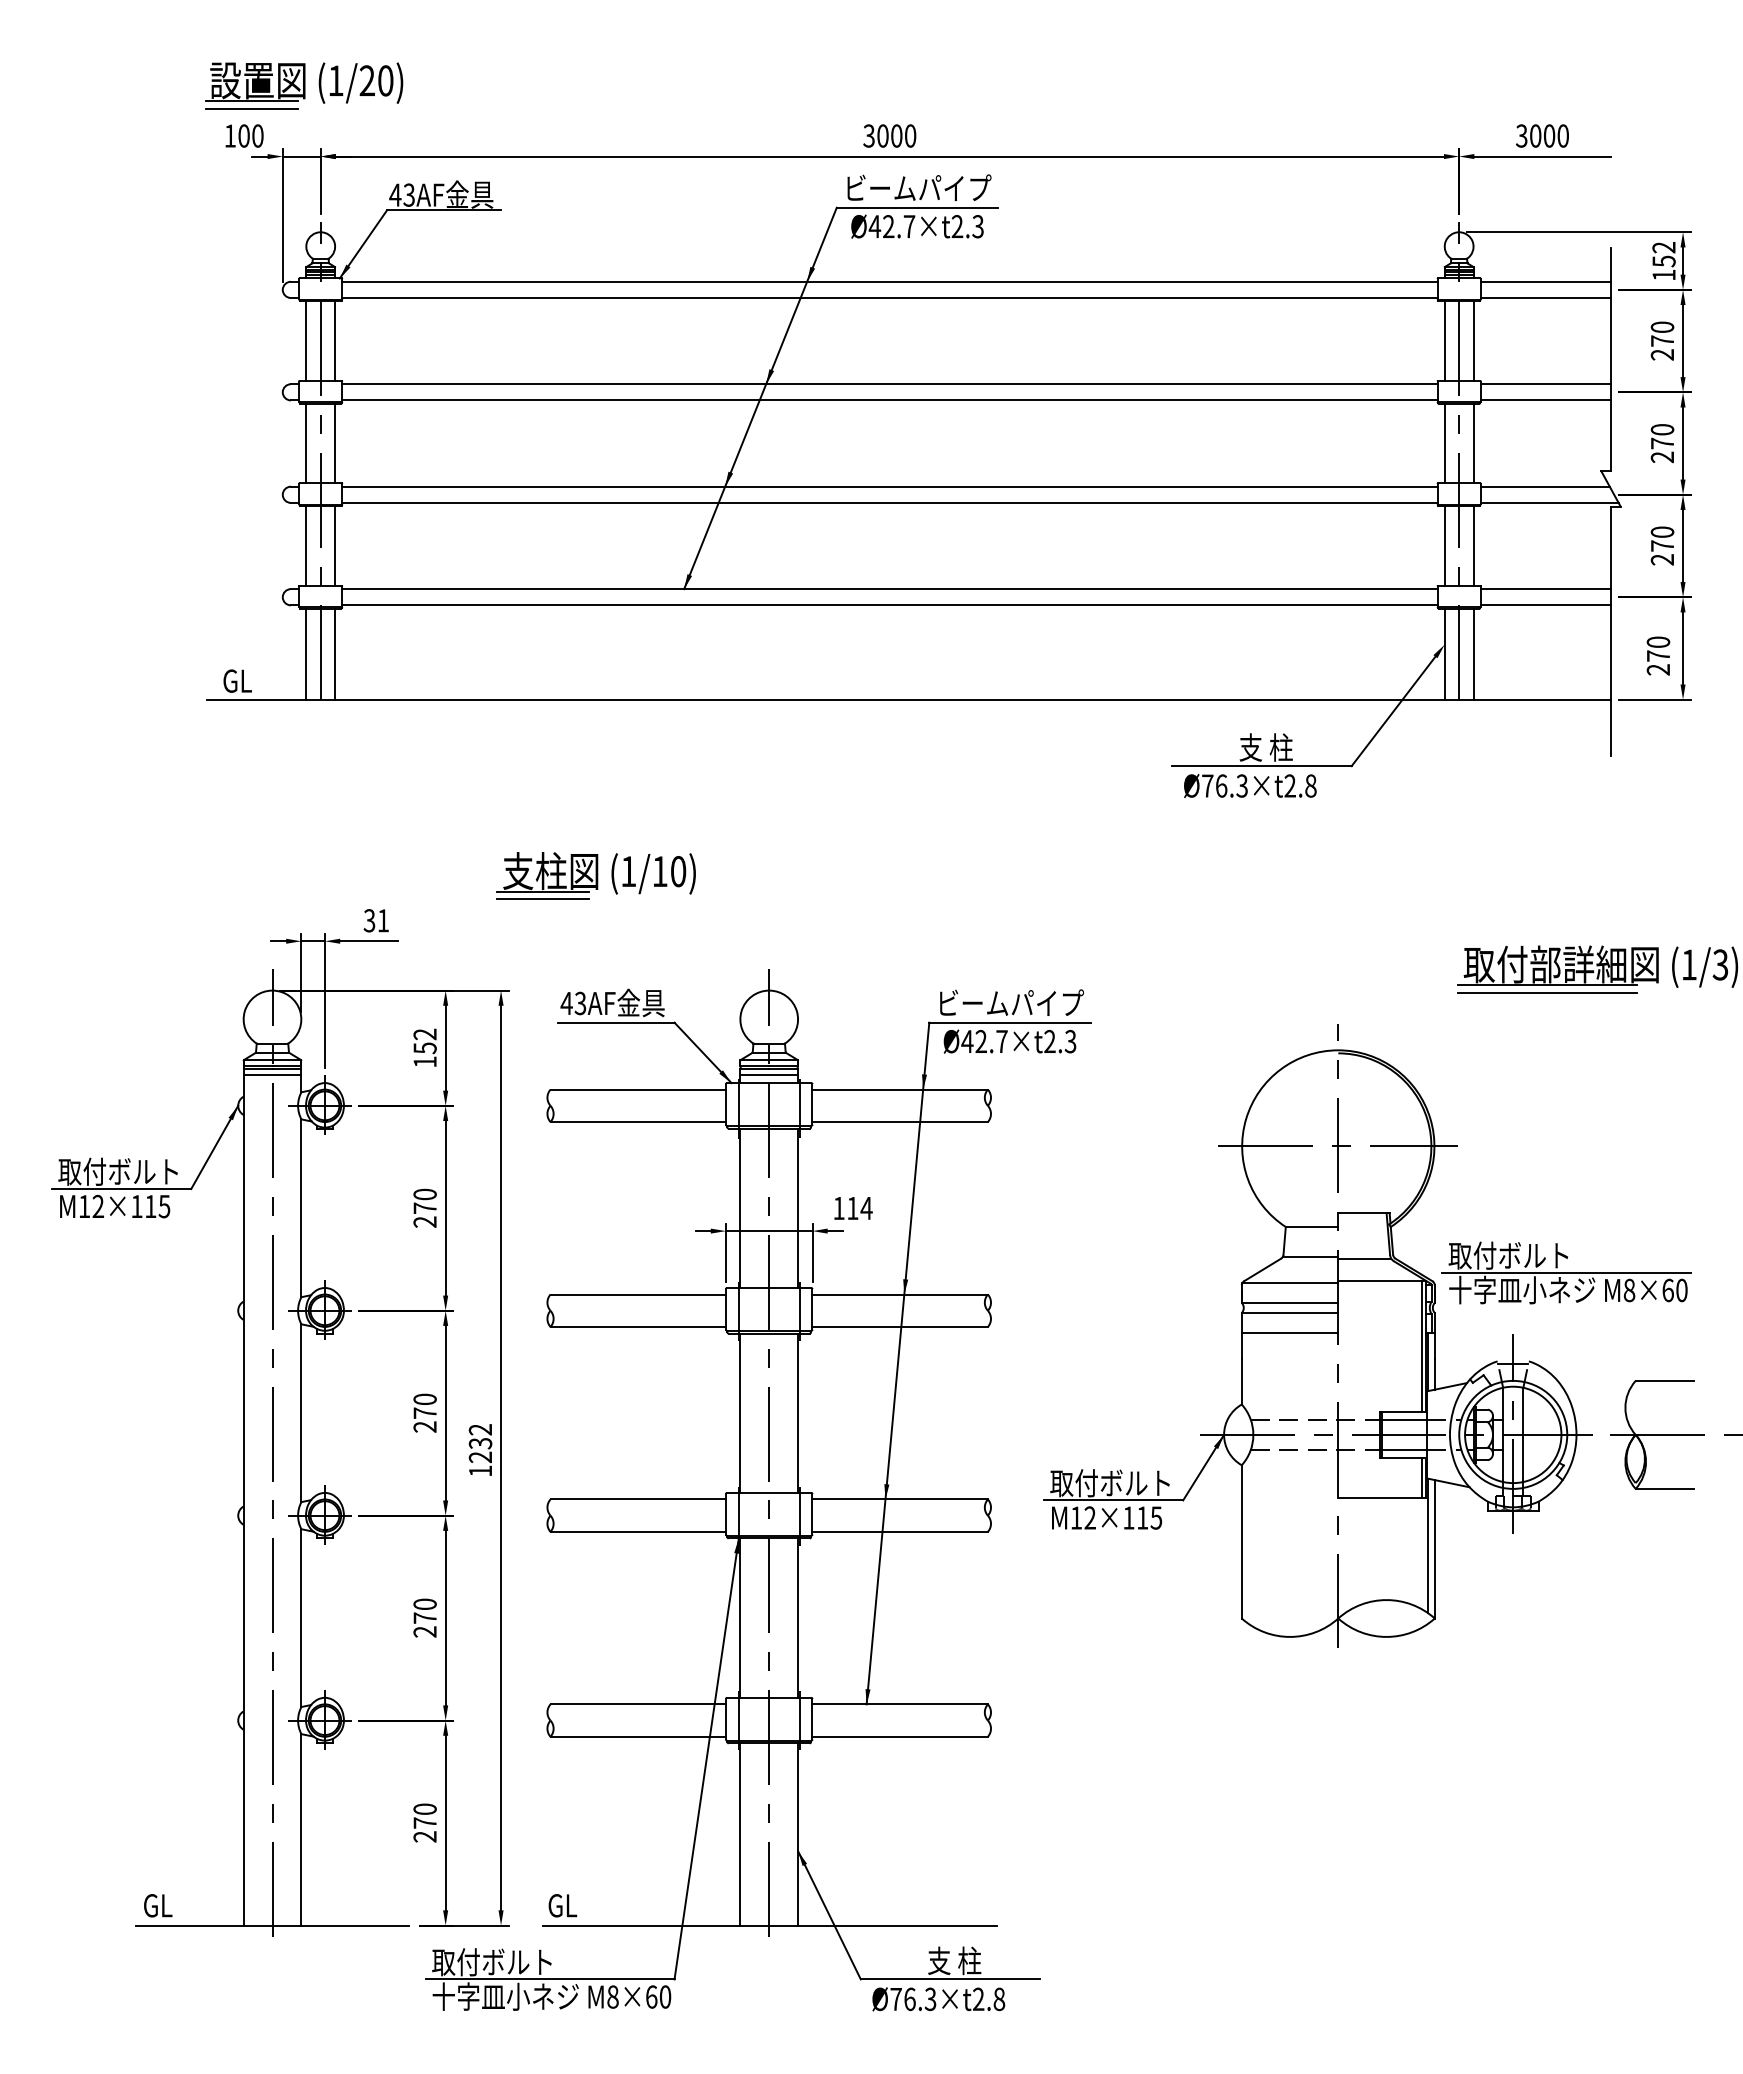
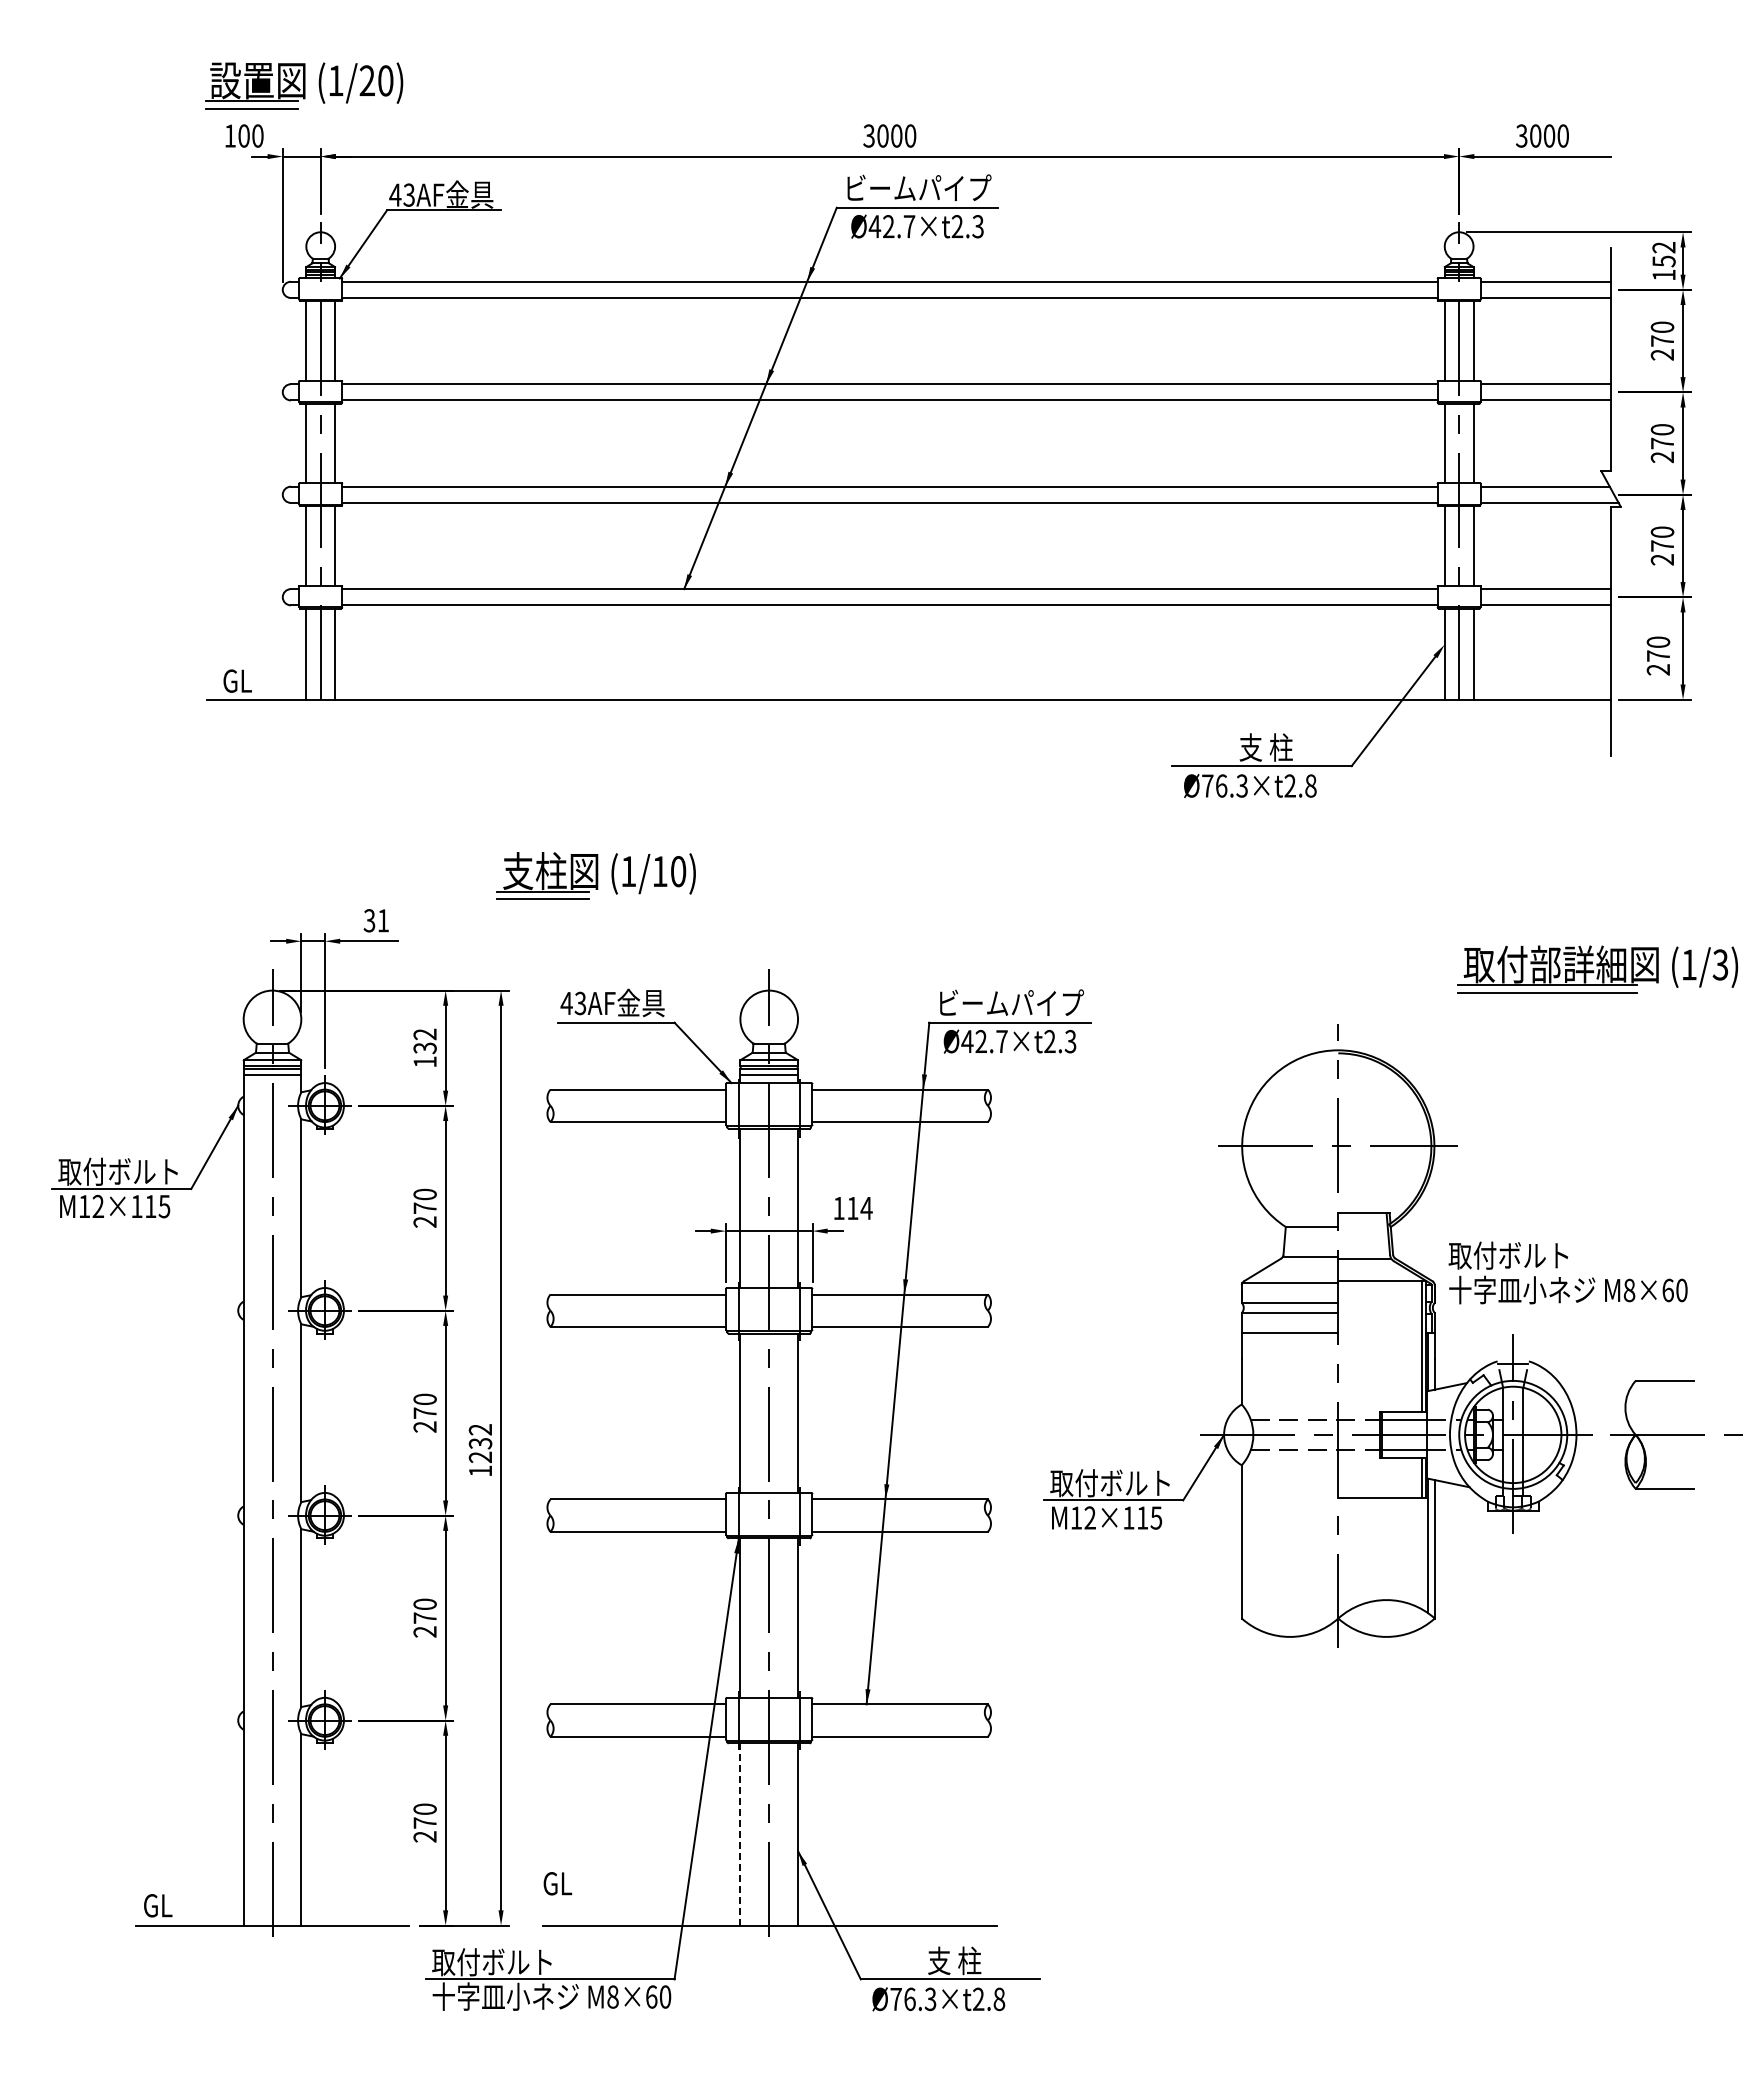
text at (424, 1047): 152 -> 132
line at (1566, 1272): present -> none
line at (740, 1833): solid -> dashed
text at (562, 1905) position: (562, 1905) -> (557, 1883)
